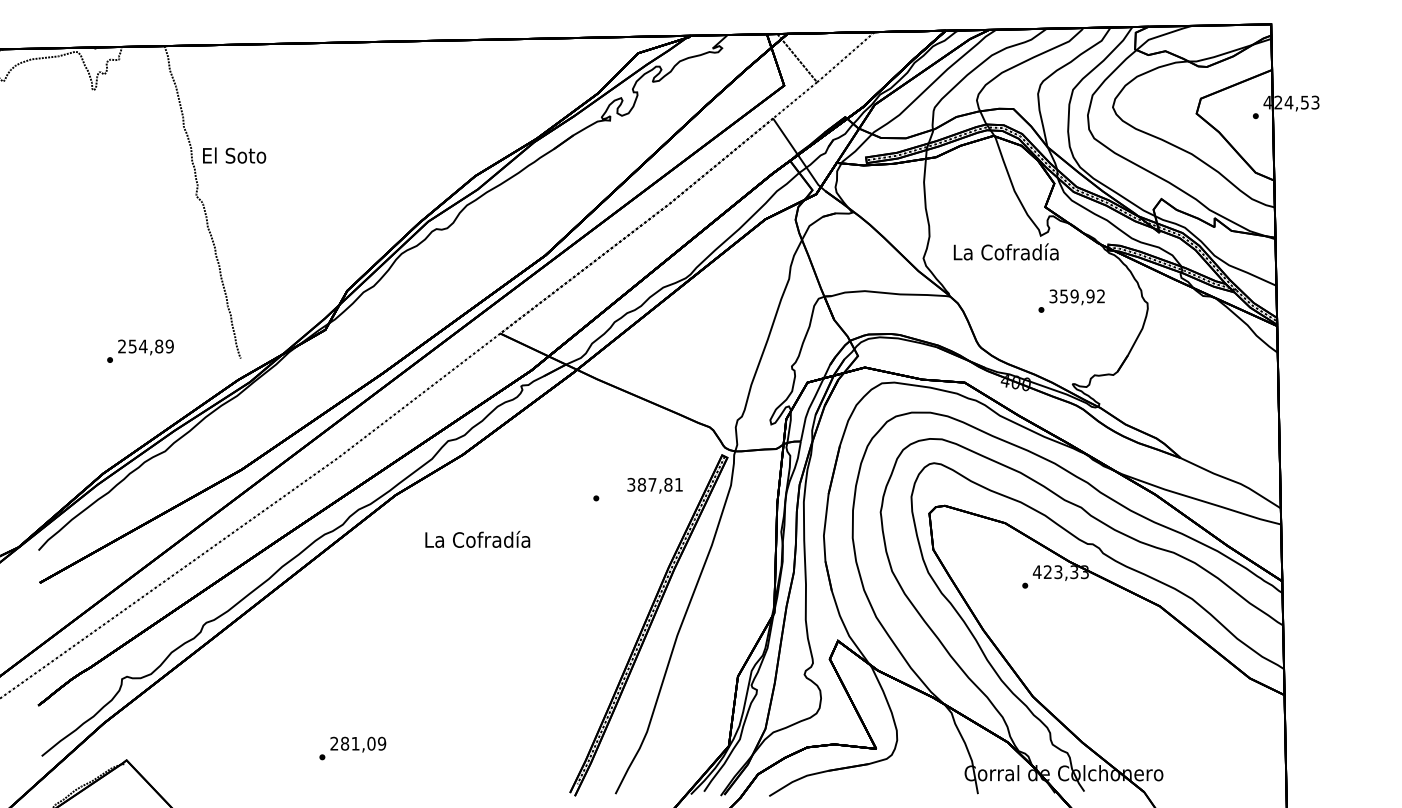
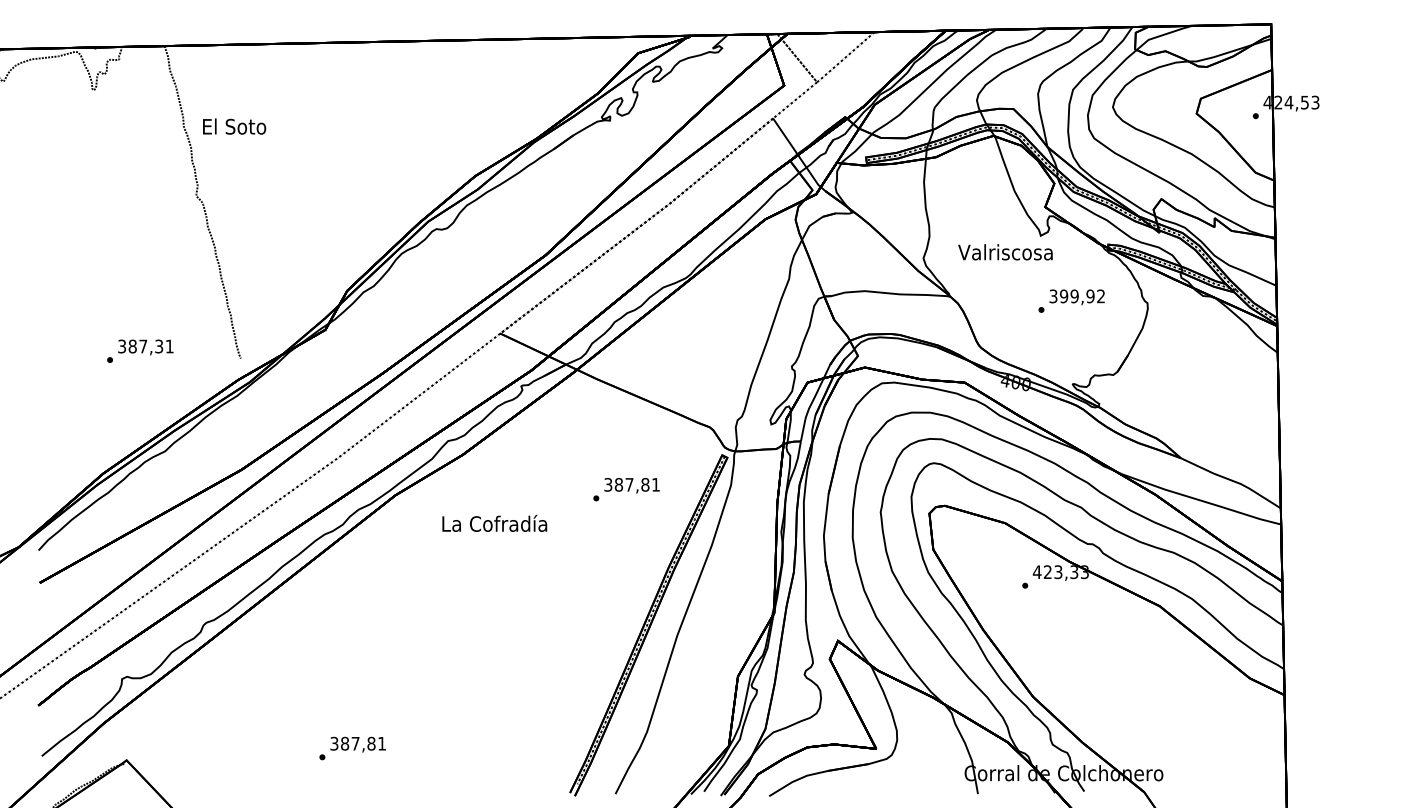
text at (234, 155) position: (234, 155) -> (234, 126)
text at (1005, 251): La Cofradía -> Valriscosa
text at (1064, 295): 359,92 -> 399,92
text at (145, 346): 254,89 -> 387,31
text at (654, 485) position: (654, 485) -> (631, 485)
text at (477, 538) position: (477, 538) -> (494, 522)
text at (358, 743): 281,09 -> 387,81
